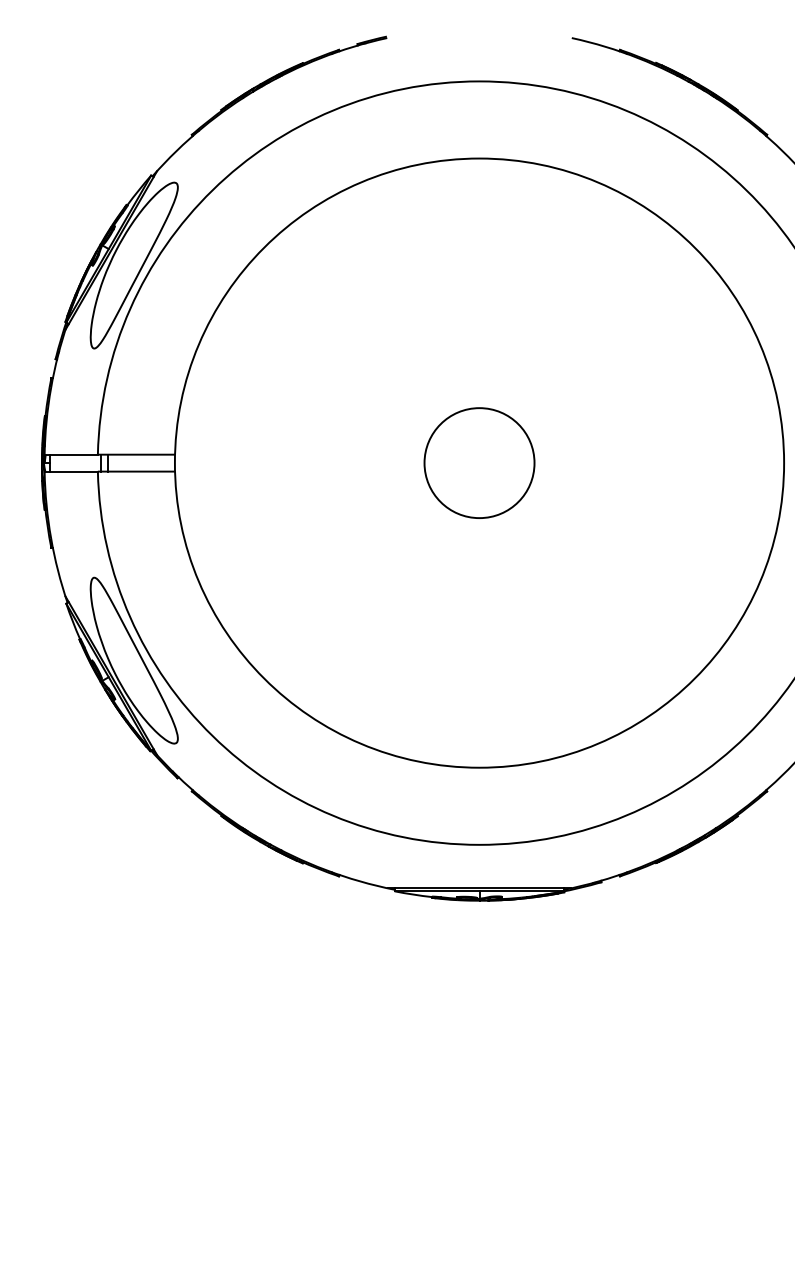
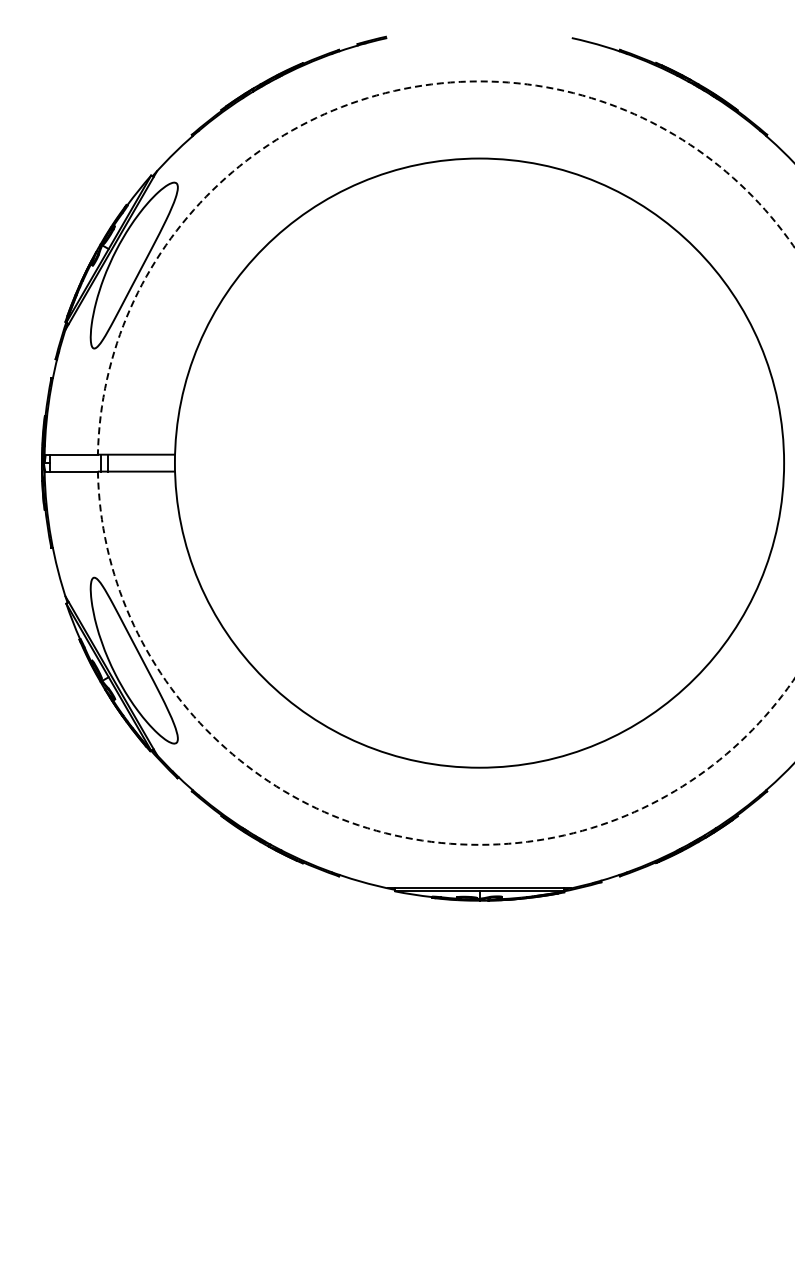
arc at (369, 97): solid -> dashed
circle at (479, 462): present -> none
arc at (370, 828): solid -> dashed
